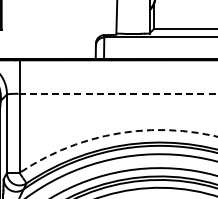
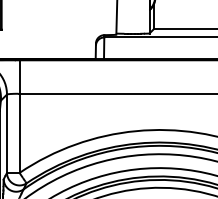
line at (118, 93): dashed -> solid
arc at (115, 134): dashed -> solid
